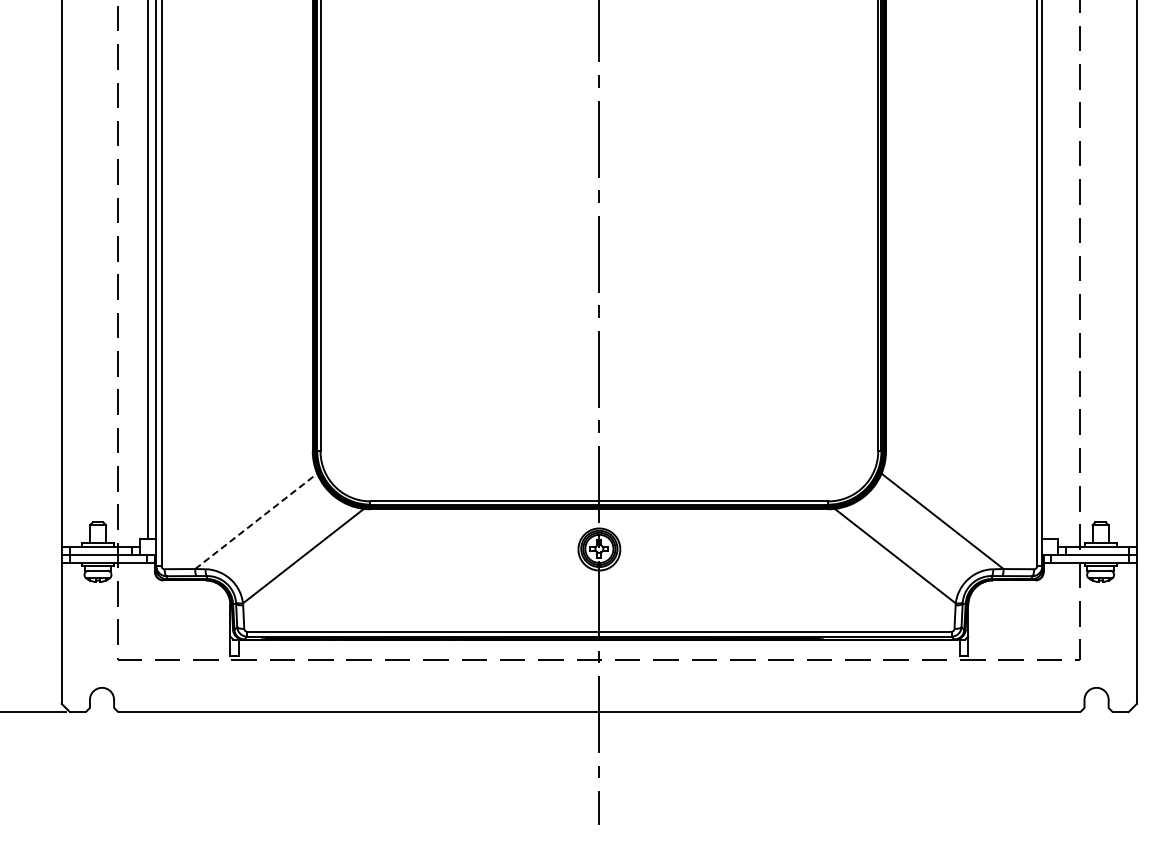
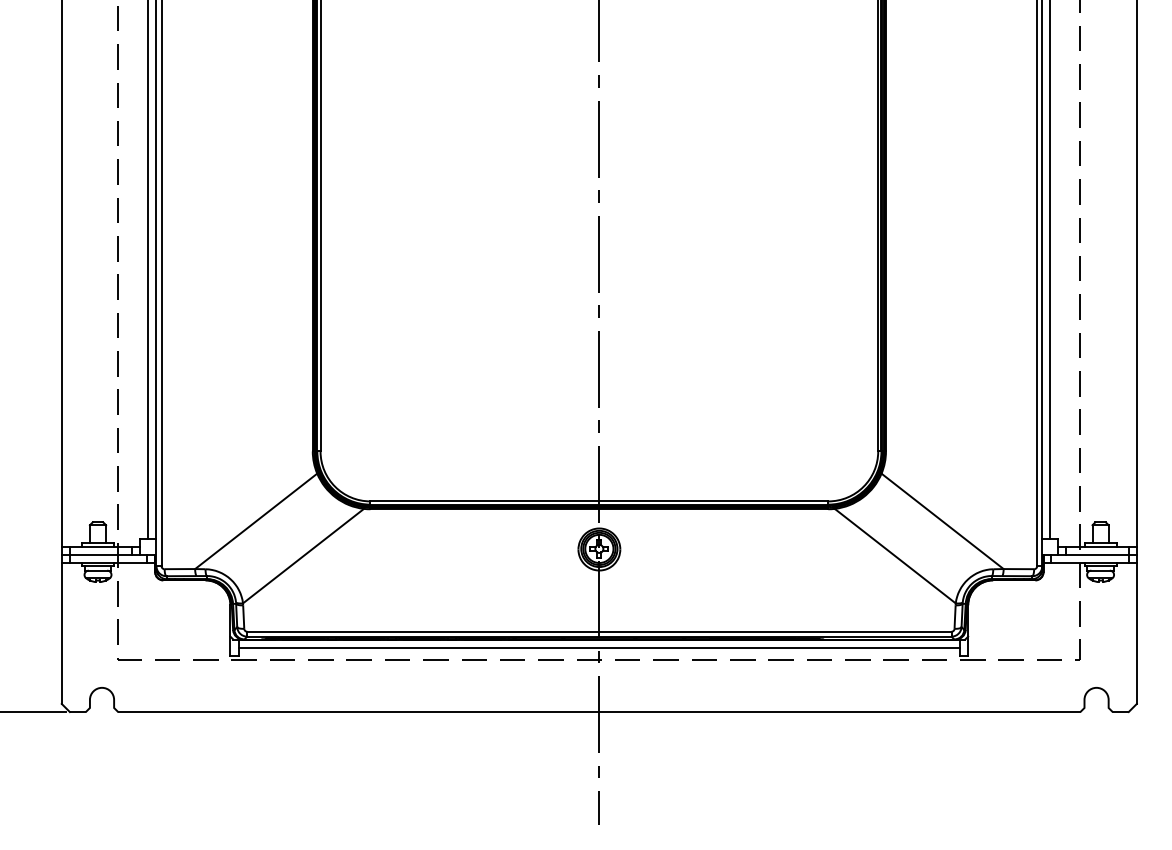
line at (1050, 270): none -> present
line at (256, 521): dashed -> solid
line at (599, 647): none -> present
